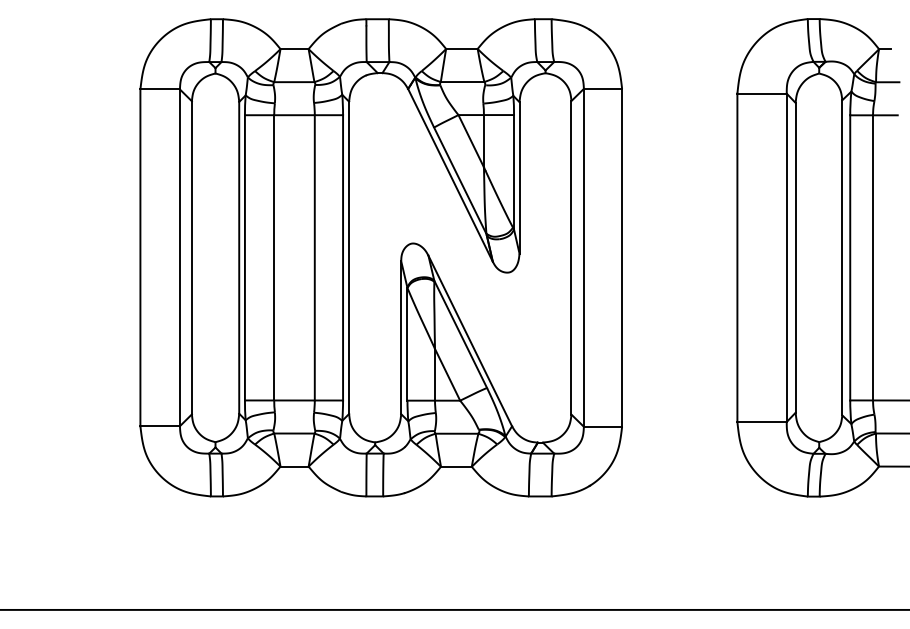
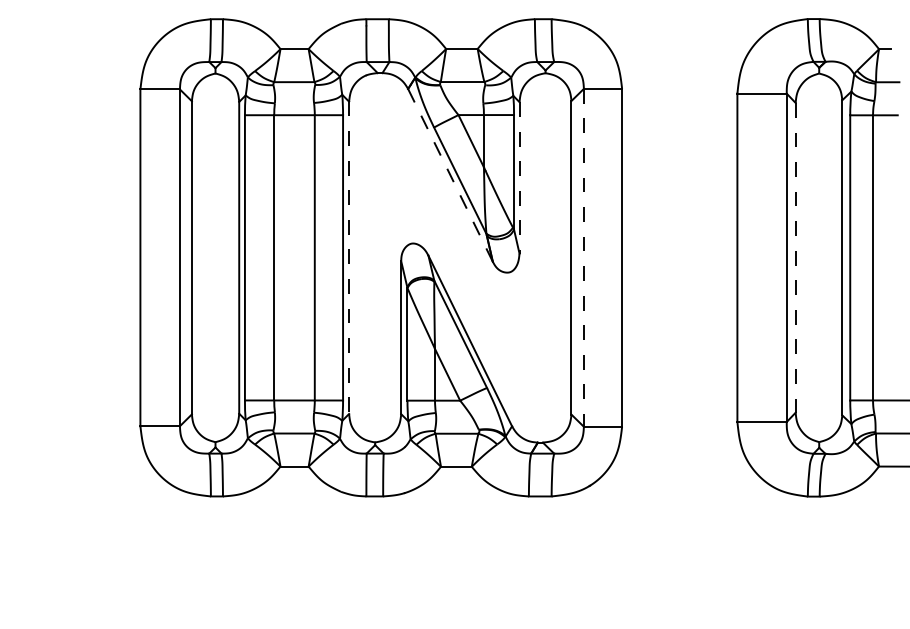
line at (450, 174): solid -> dashed
line at (519, 177): solid -> dashed
line at (583, 257): solid -> dashed
line at (795, 257): solid -> dashed
line at (349, 258): solid -> dashed
line at (454, 609): present -> none
